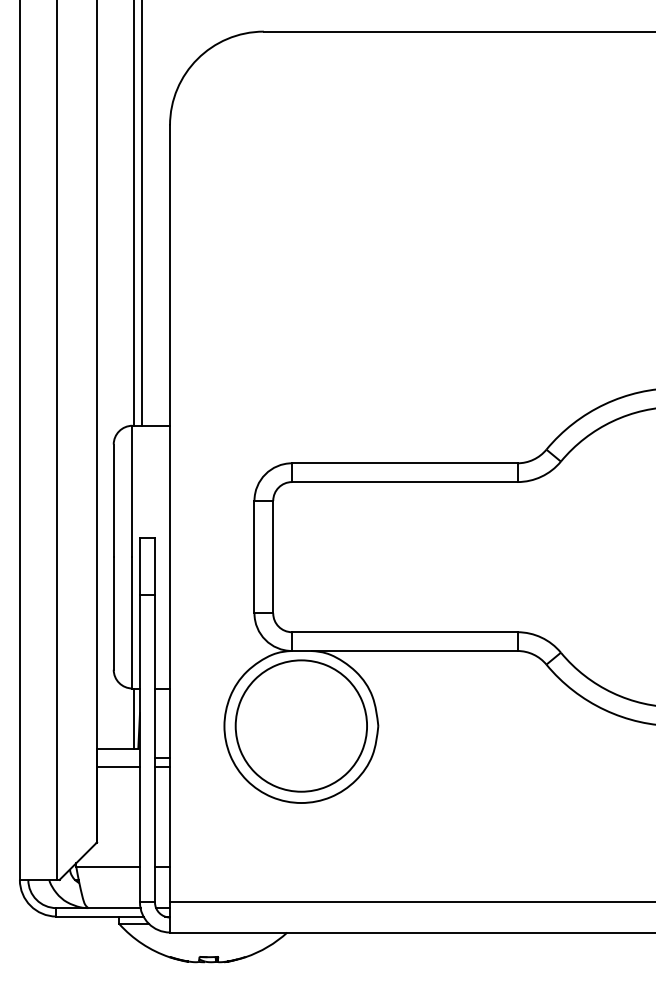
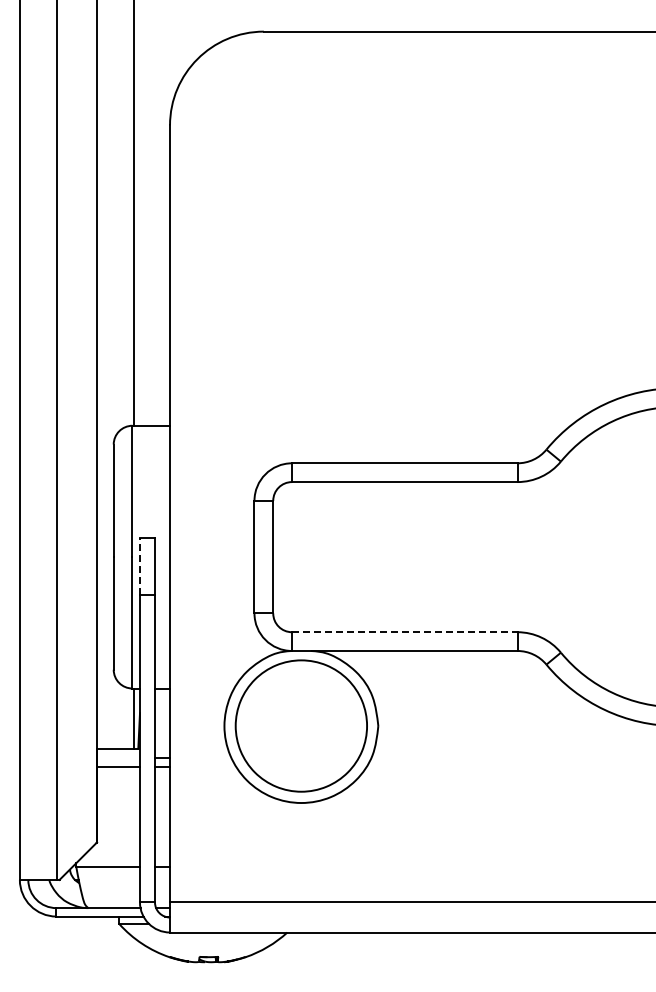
line at (141, 213): present -> none
line at (140, 566): solid -> dashed
line at (404, 632): solid -> dashed
